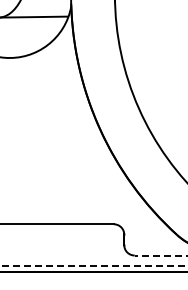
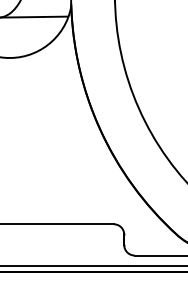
line at (160, 255): dashed -> solid
line at (94, 265): dashed -> solid
